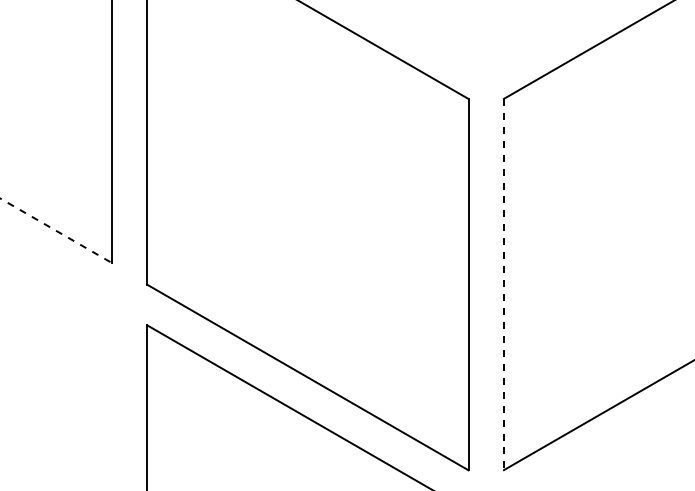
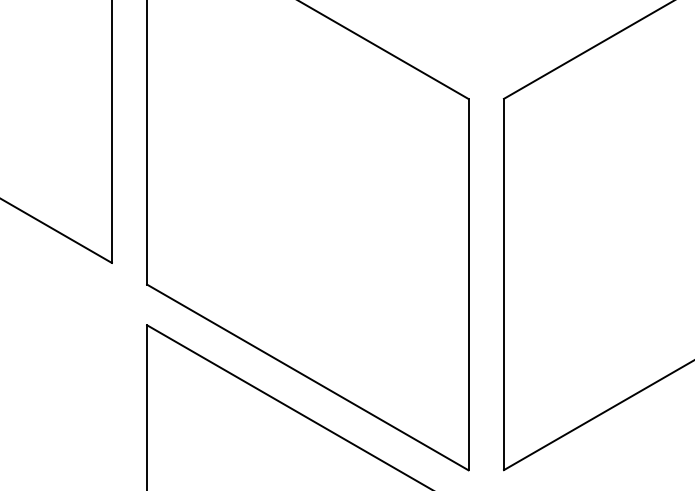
line at (56, 231): dashed -> solid
line at (503, 284): dashed -> solid
